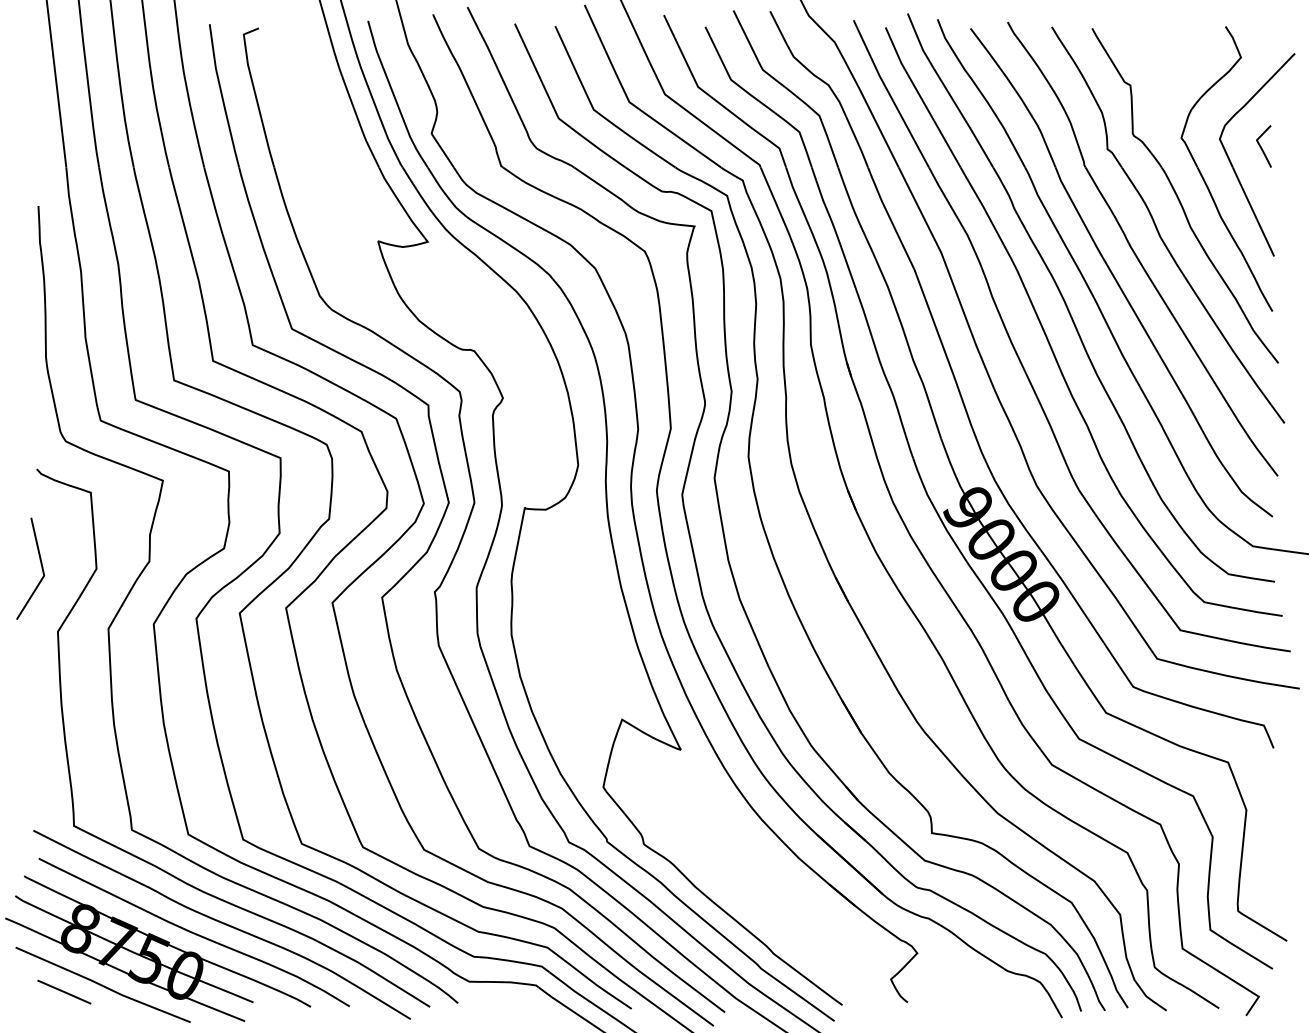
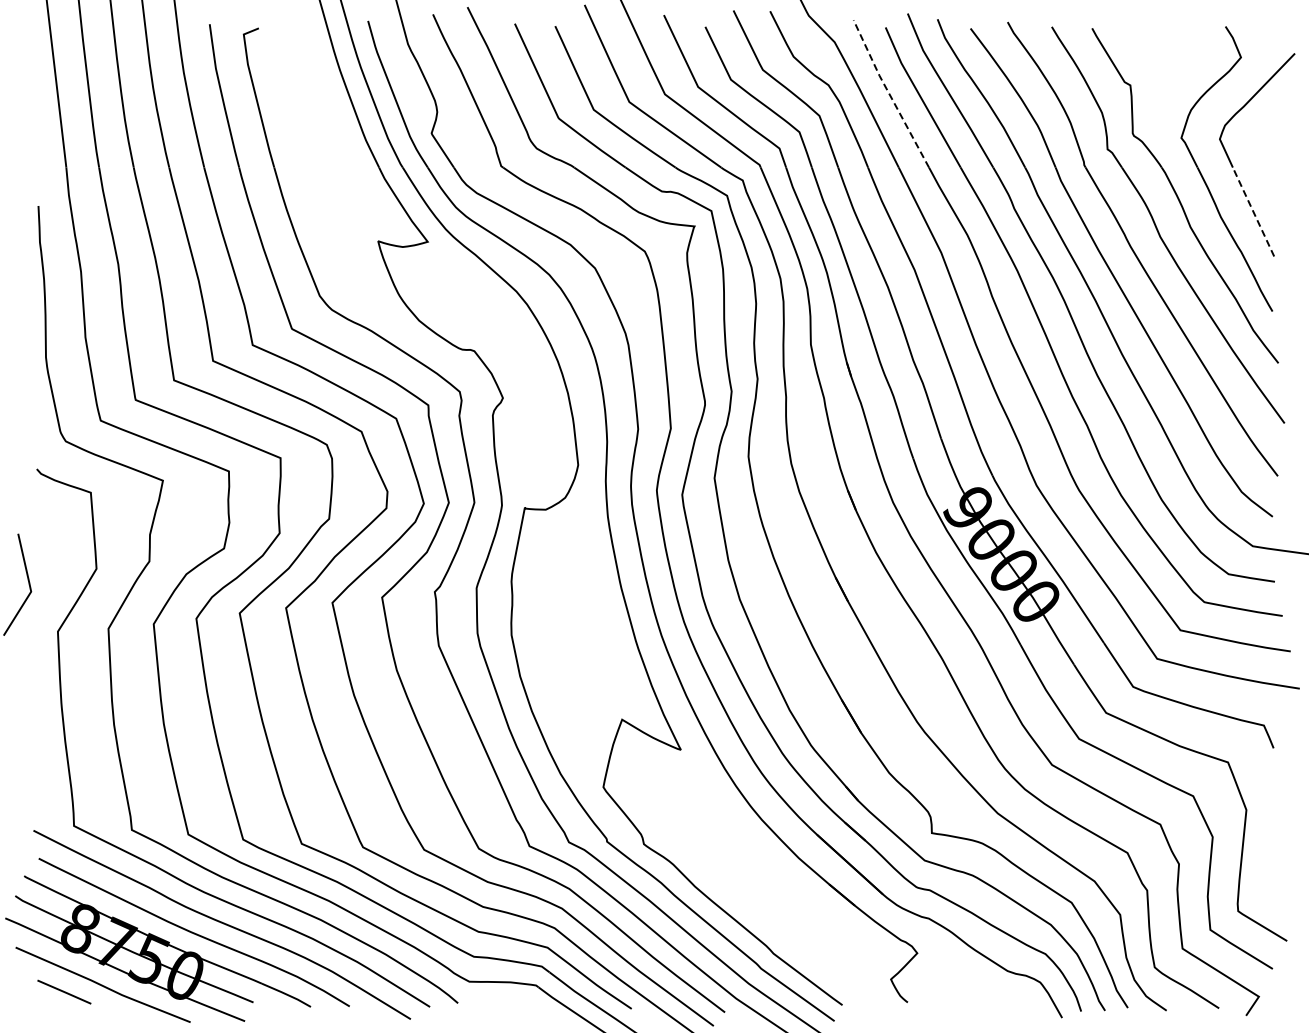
line at (889, 94): solid -> dashed
curve at (1261, 146): present -> none
line at (1253, 211): solid -> dashed
line at (40, 564) position: (40, 564) -> (27, 580)
